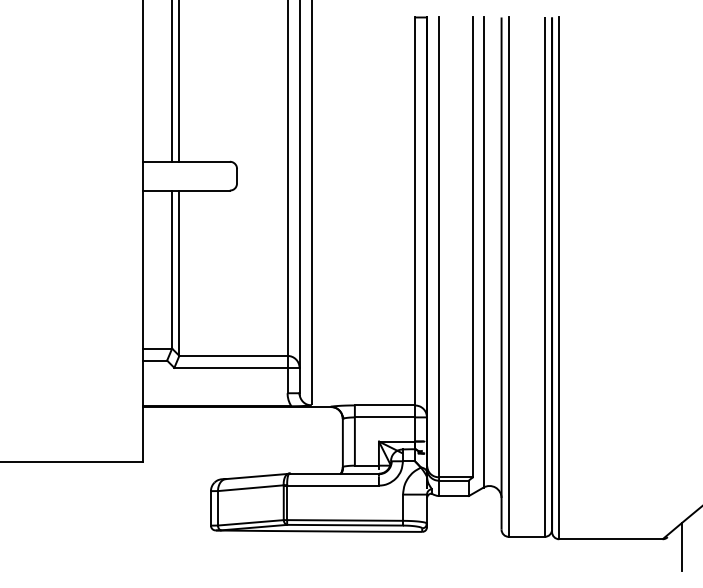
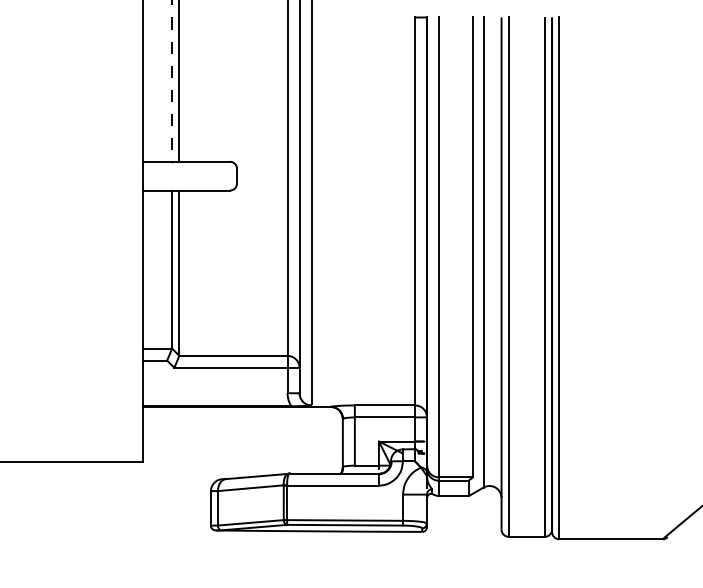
line at (172, 80): solid -> dashed
line at (681, 546): present -> none
